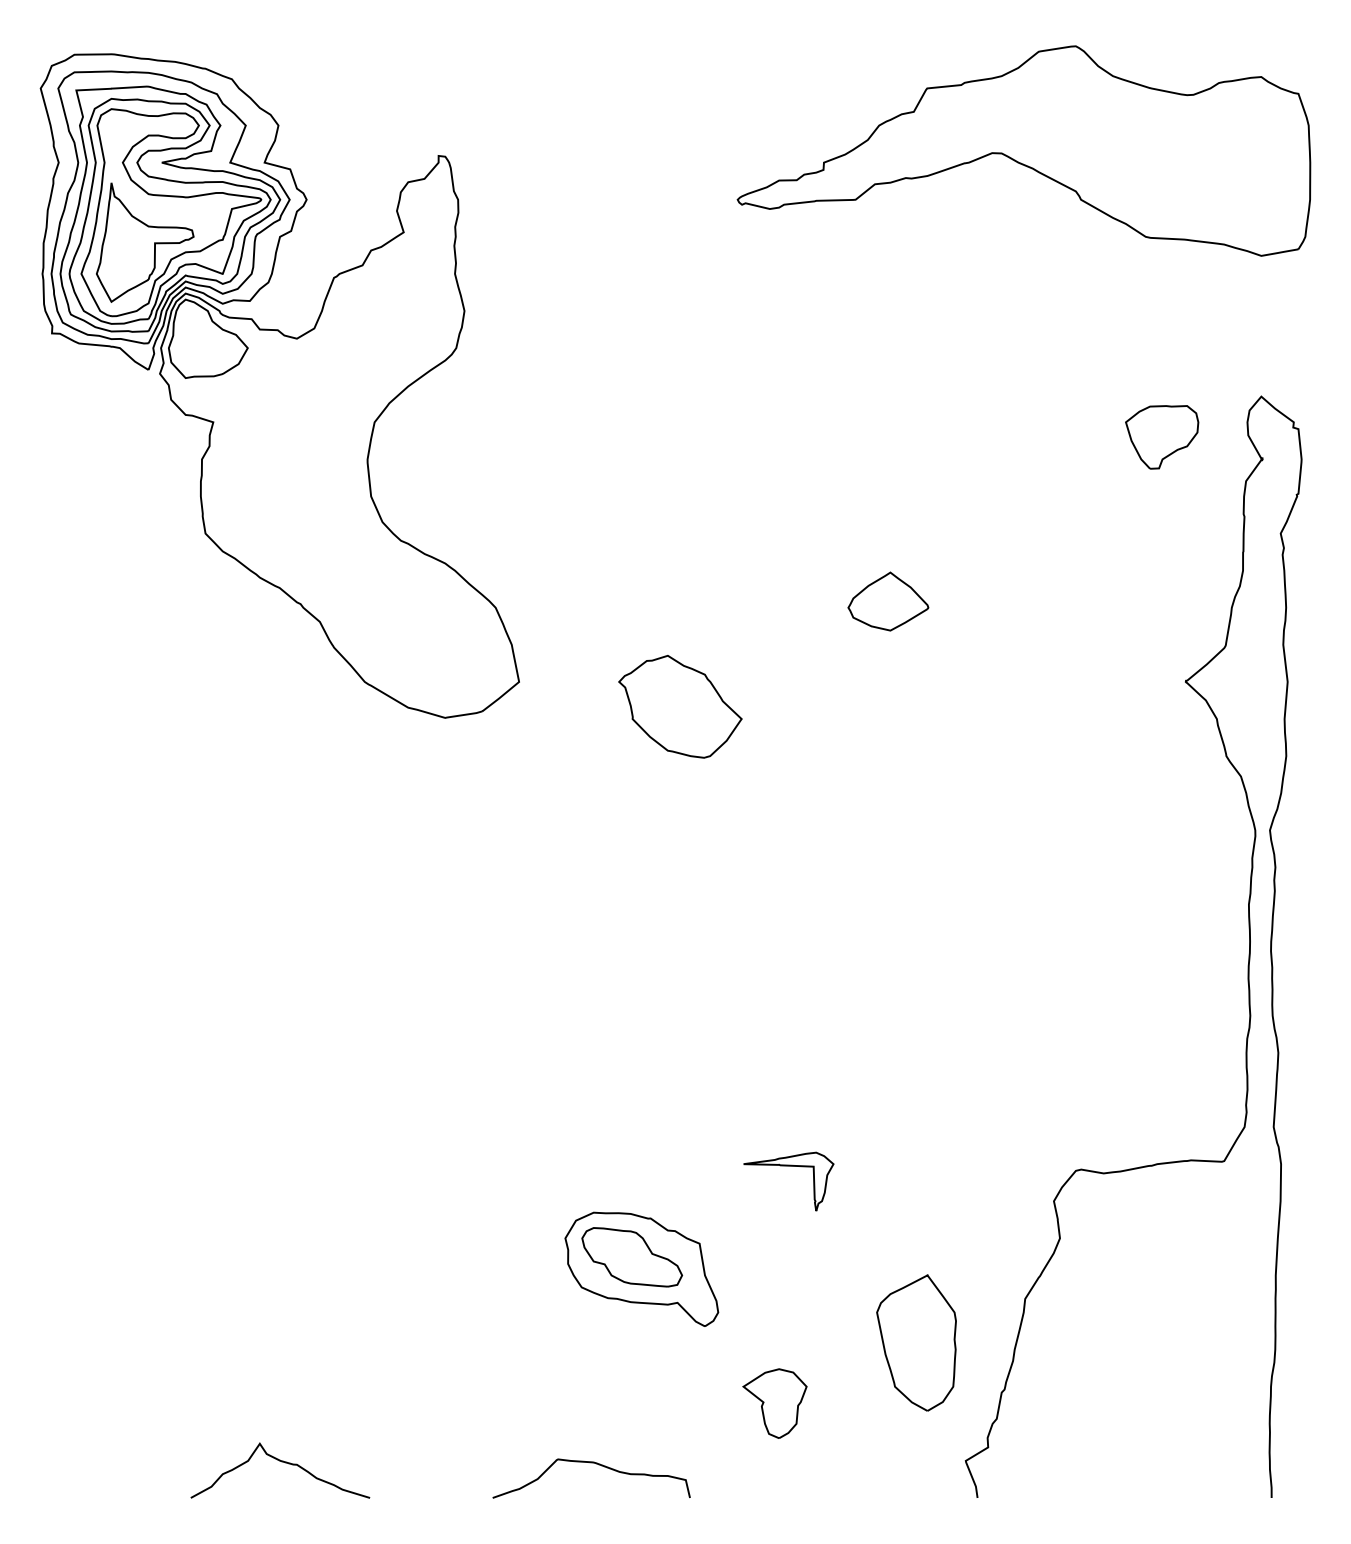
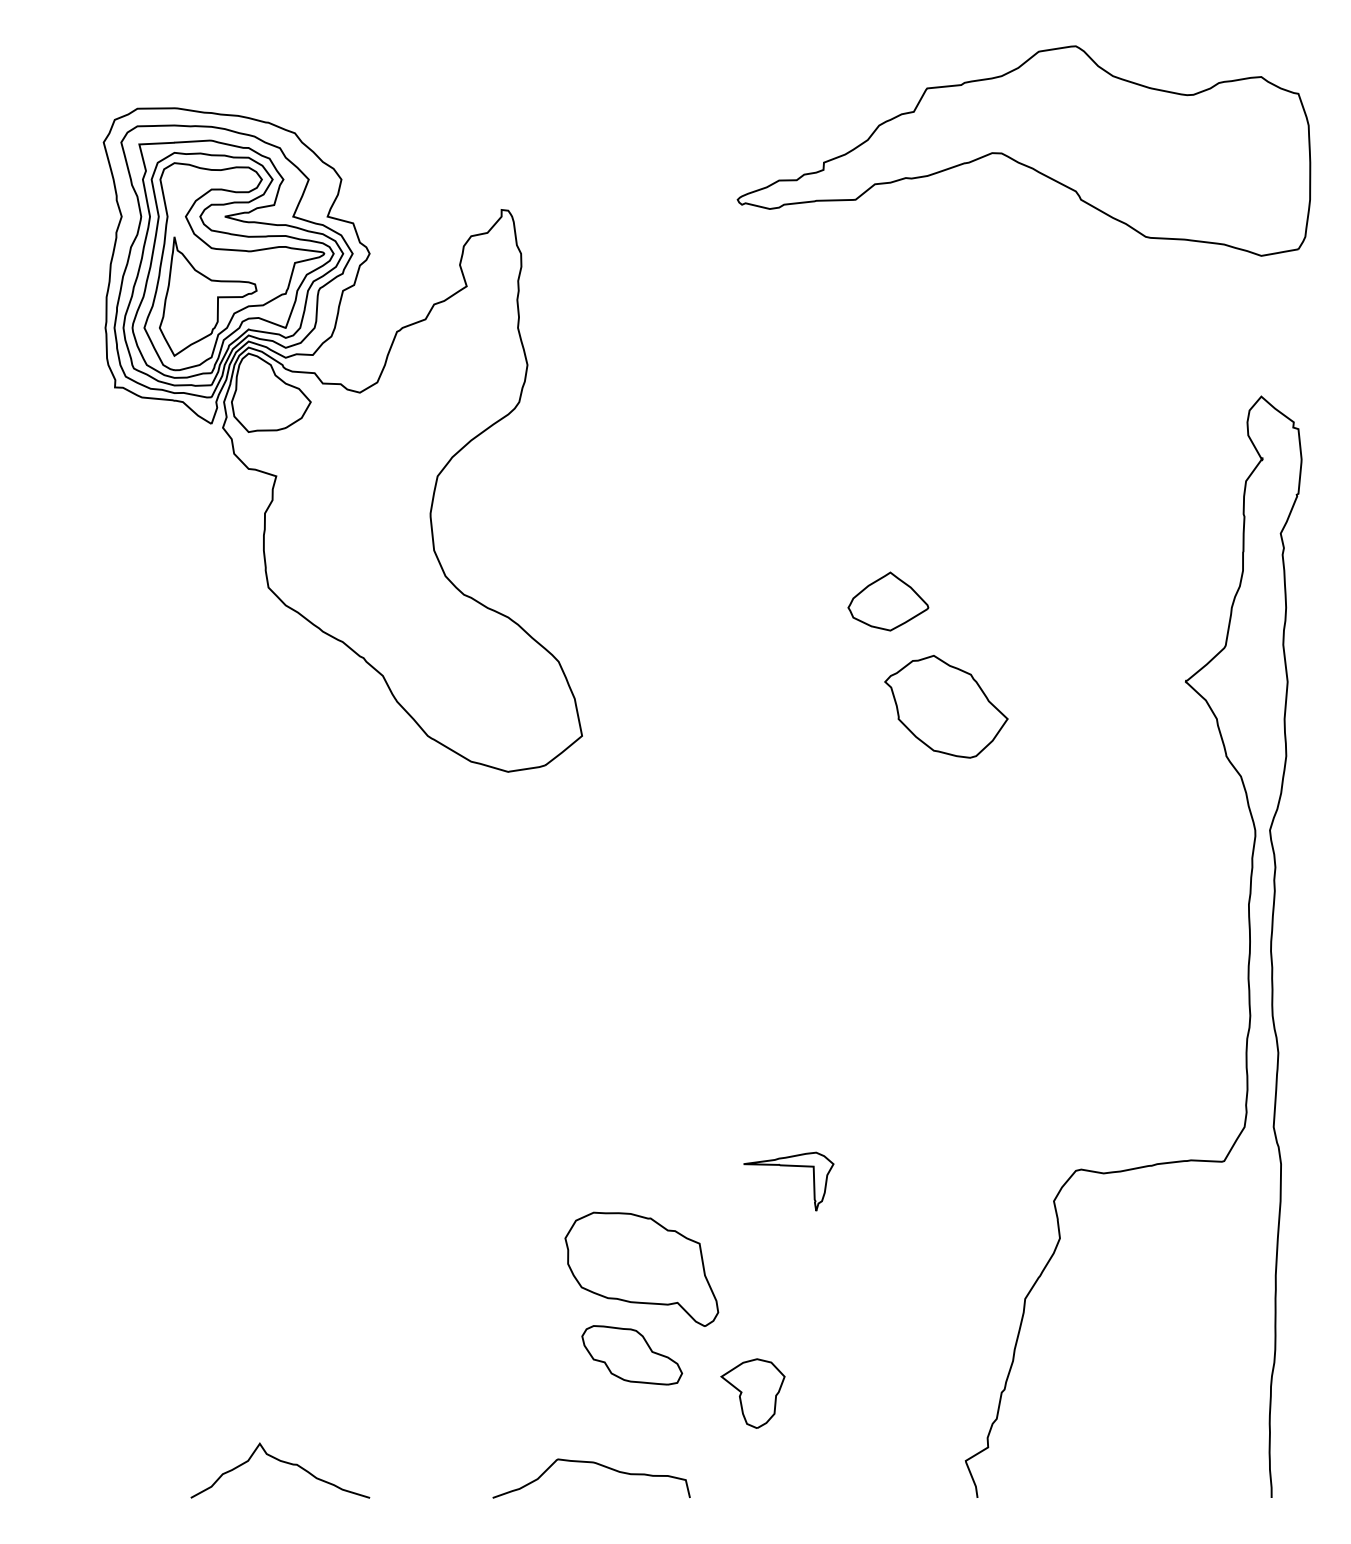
part at (279, 385) position: (279, 385) -> (342, 439)
part at (1162, 437): present -> none
part at (680, 706) position: (680, 706) -> (946, 706)
part at (632, 1257) position: (632, 1257) -> (632, 1355)
part at (916, 1342): present -> none
part at (774, 1403) position: (774, 1403) -> (752, 1393)
